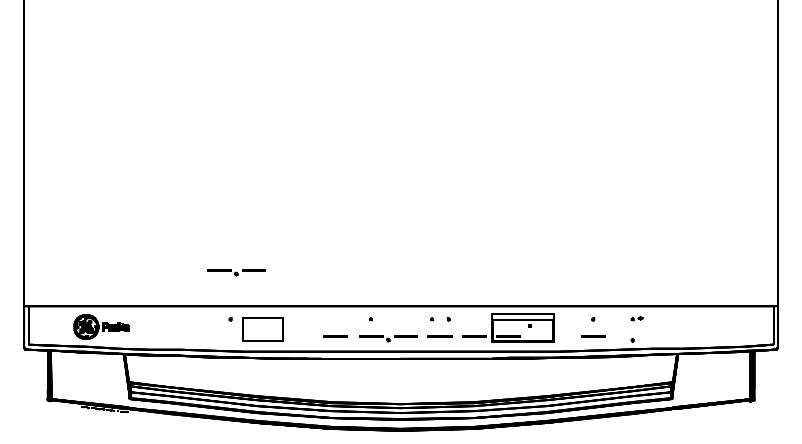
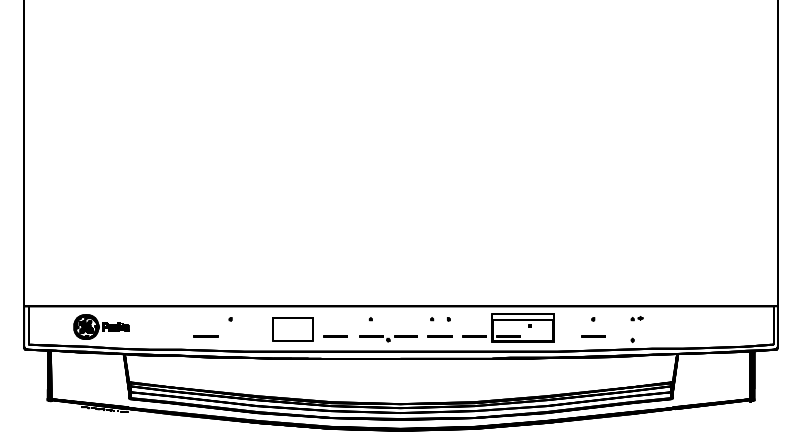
part at (236, 272): present -> none
part at (262, 329) position: (262, 329) -> (292, 329)
line at (205, 336): none -> present
